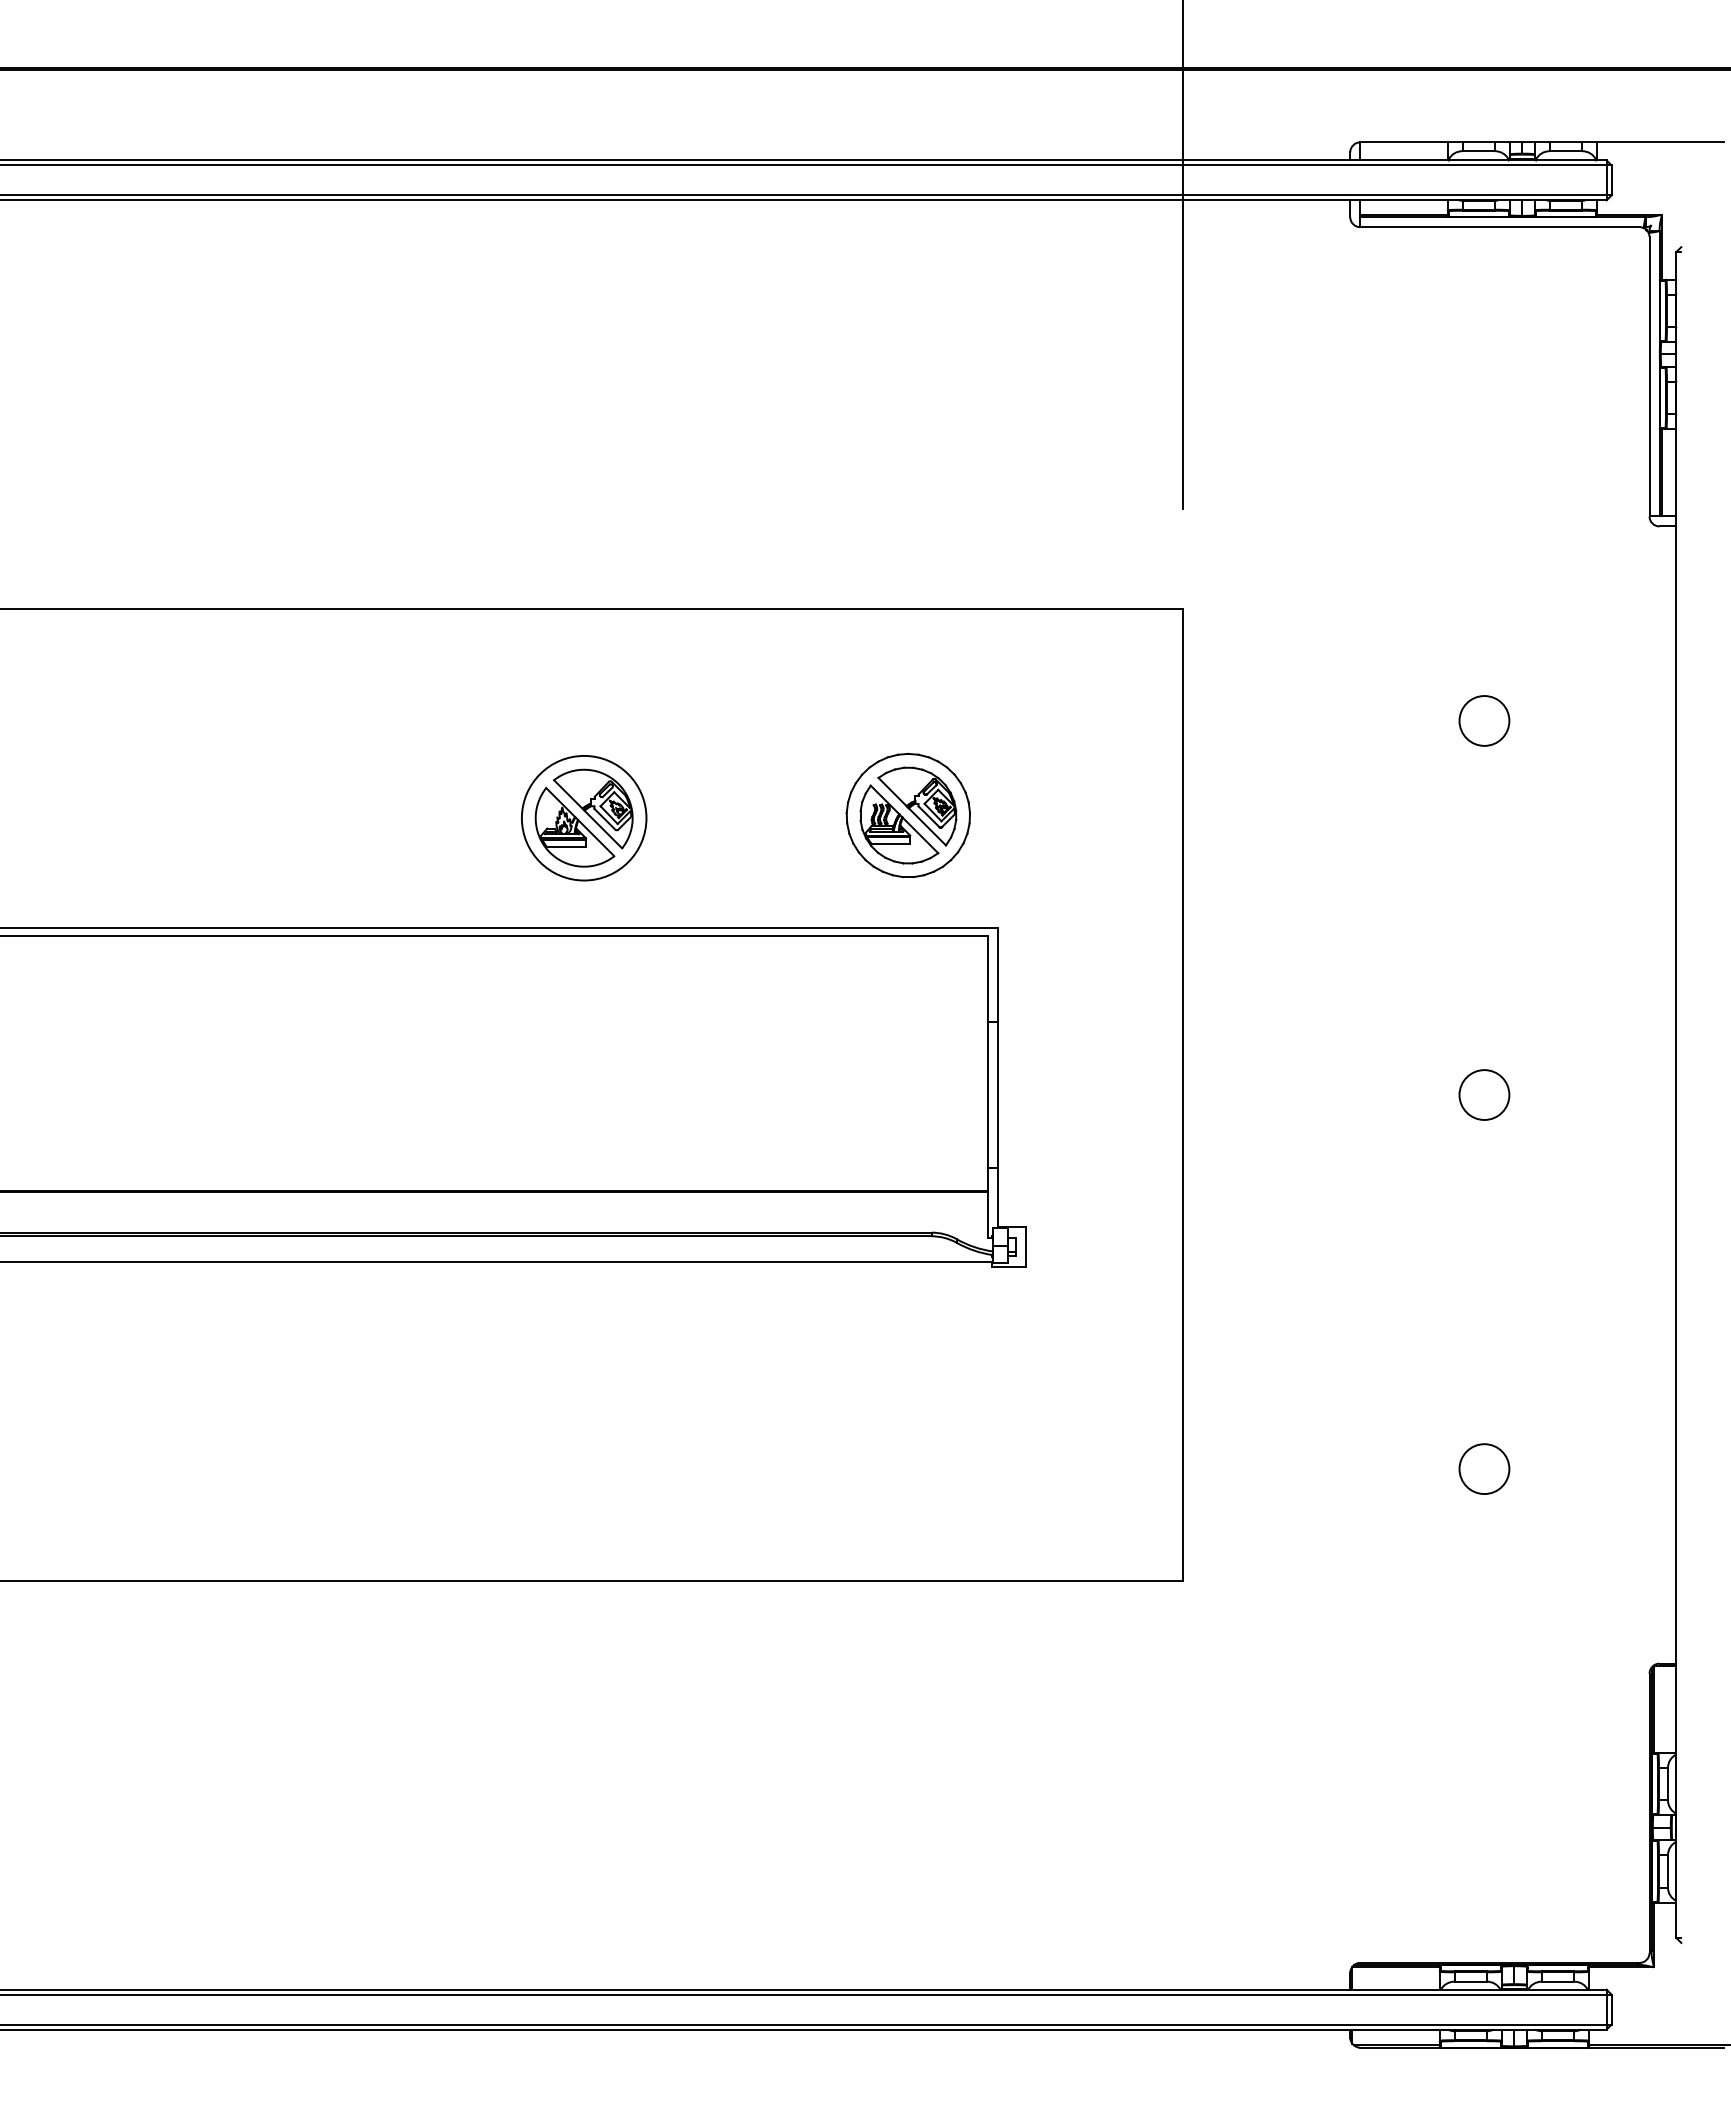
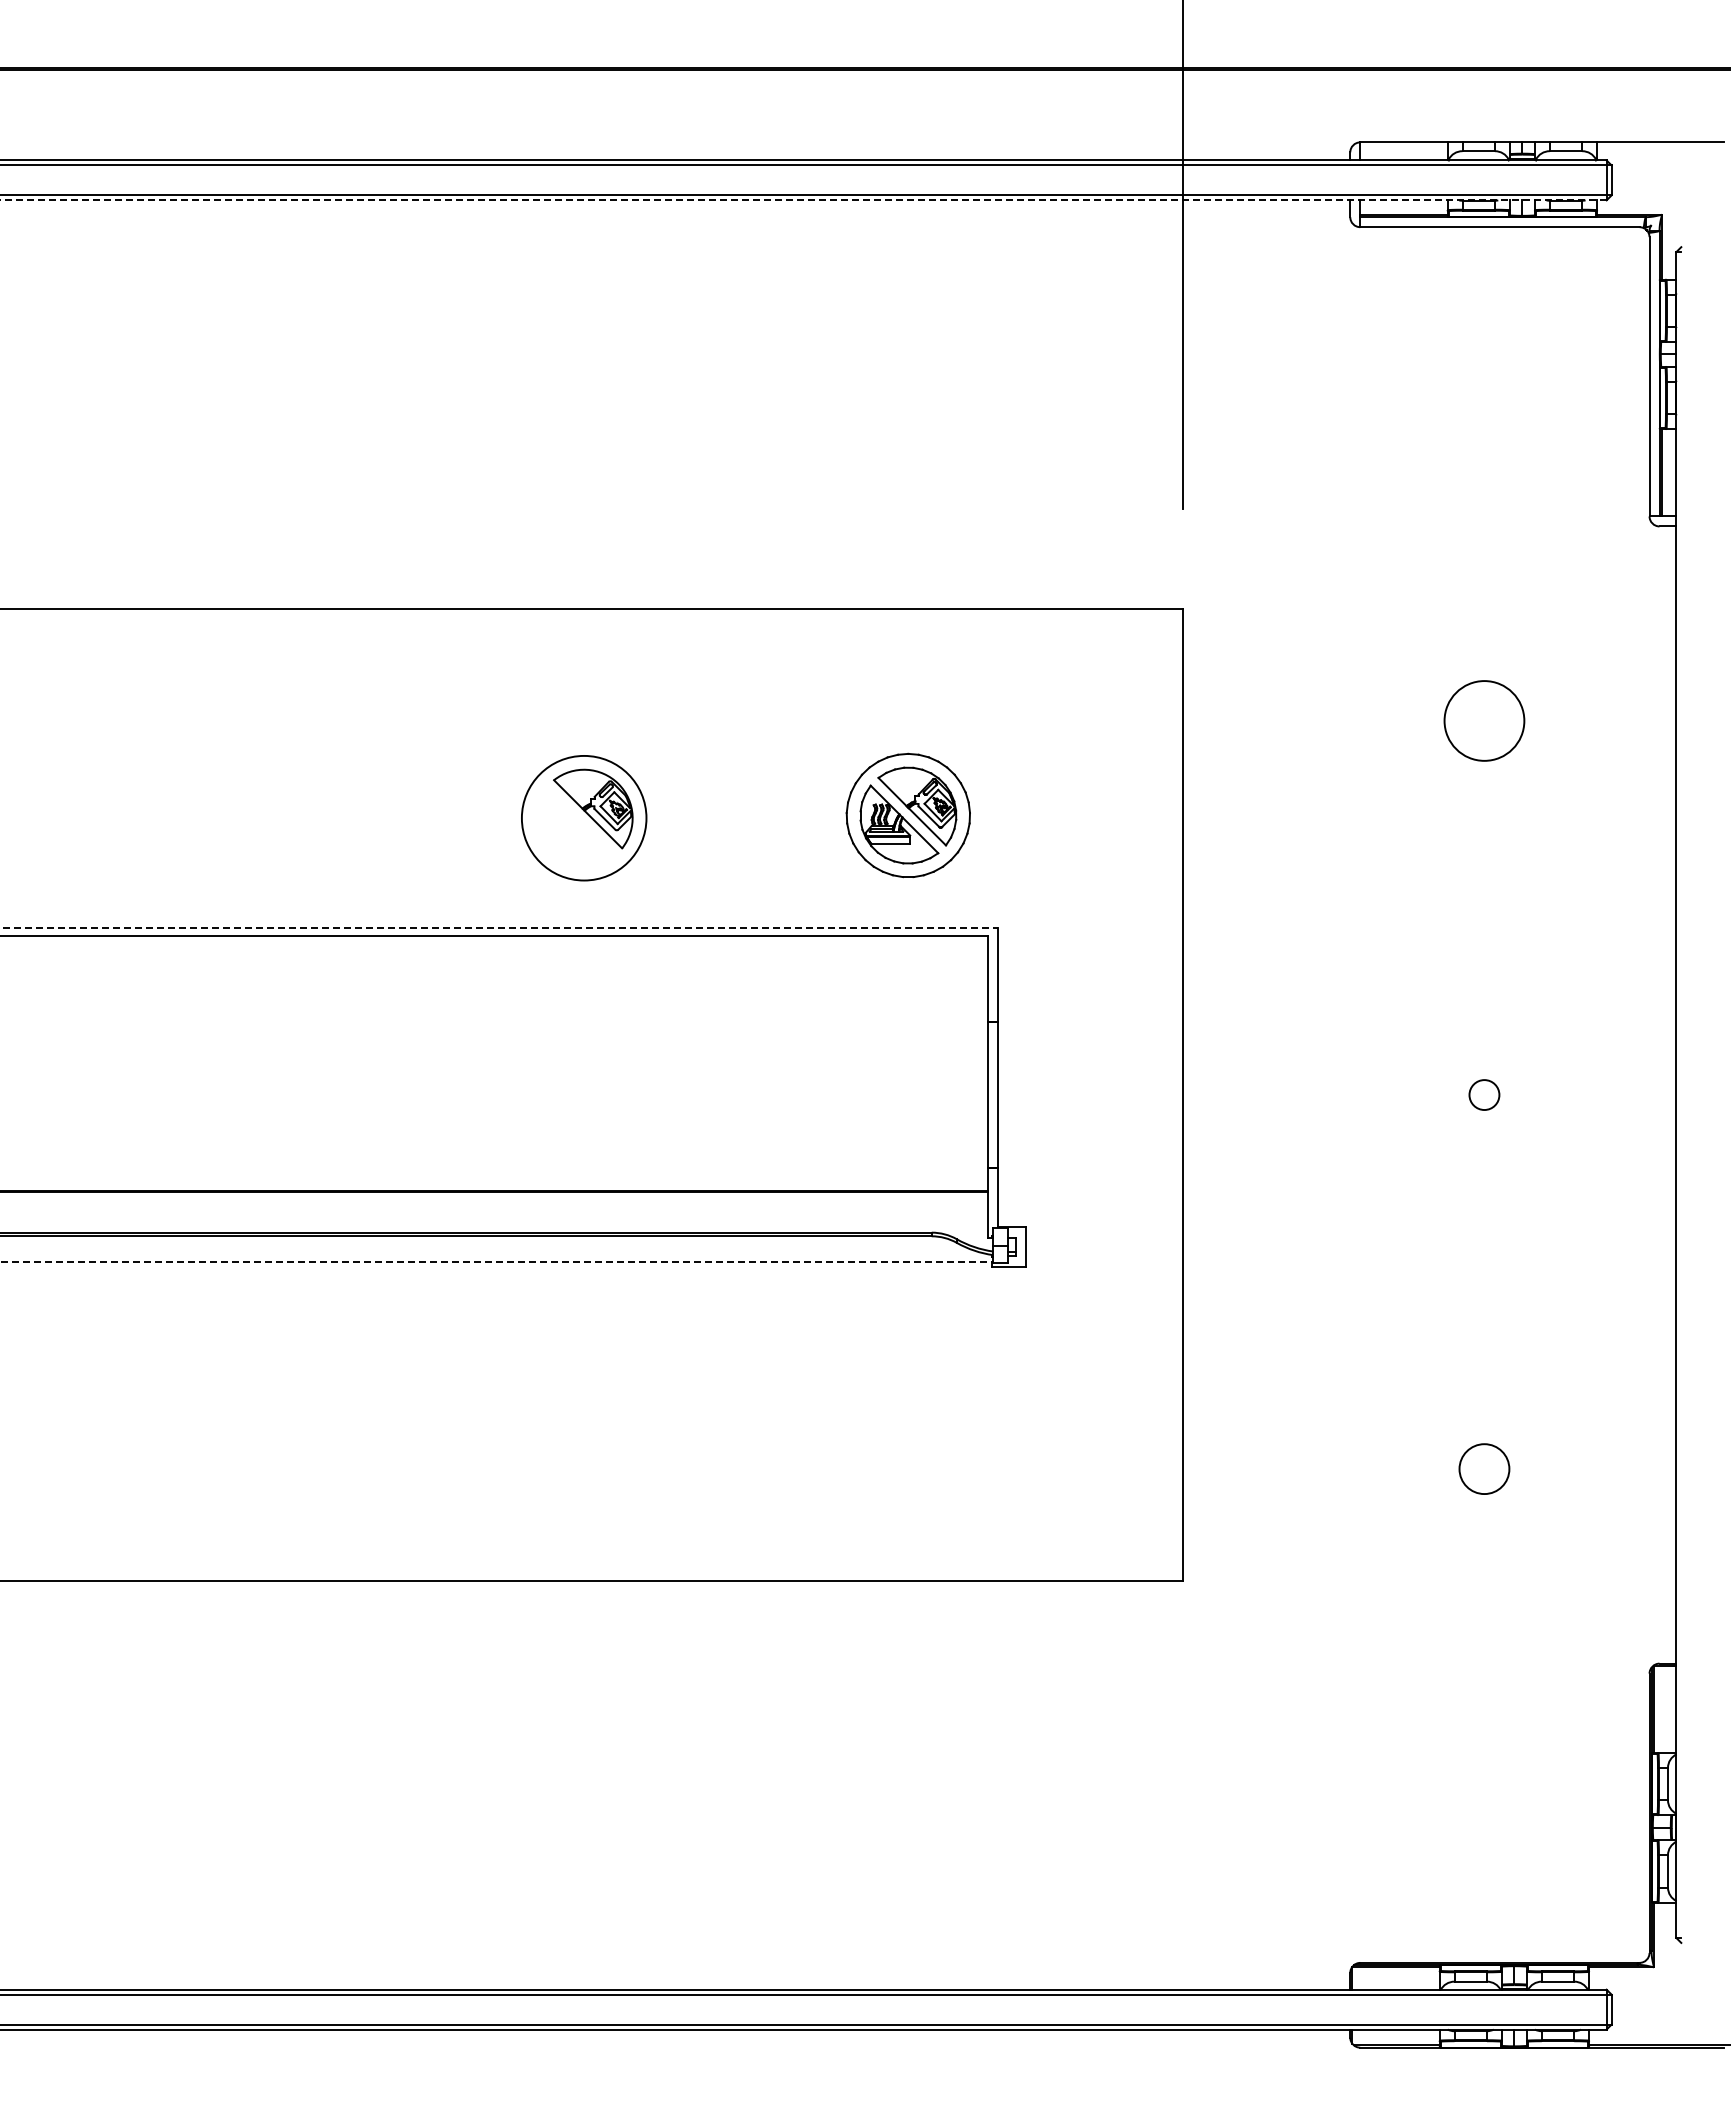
line at (803, 200): solid -> dashed
circle at (1484, 720) diameter: 50 px -> 80 px
part at (574, 827): present -> none
line at (499, 927): solid -> dashed
circle at (1484, 1094) diameter: 50 px -> 30 px
line at (496, 1262): solid -> dashed
